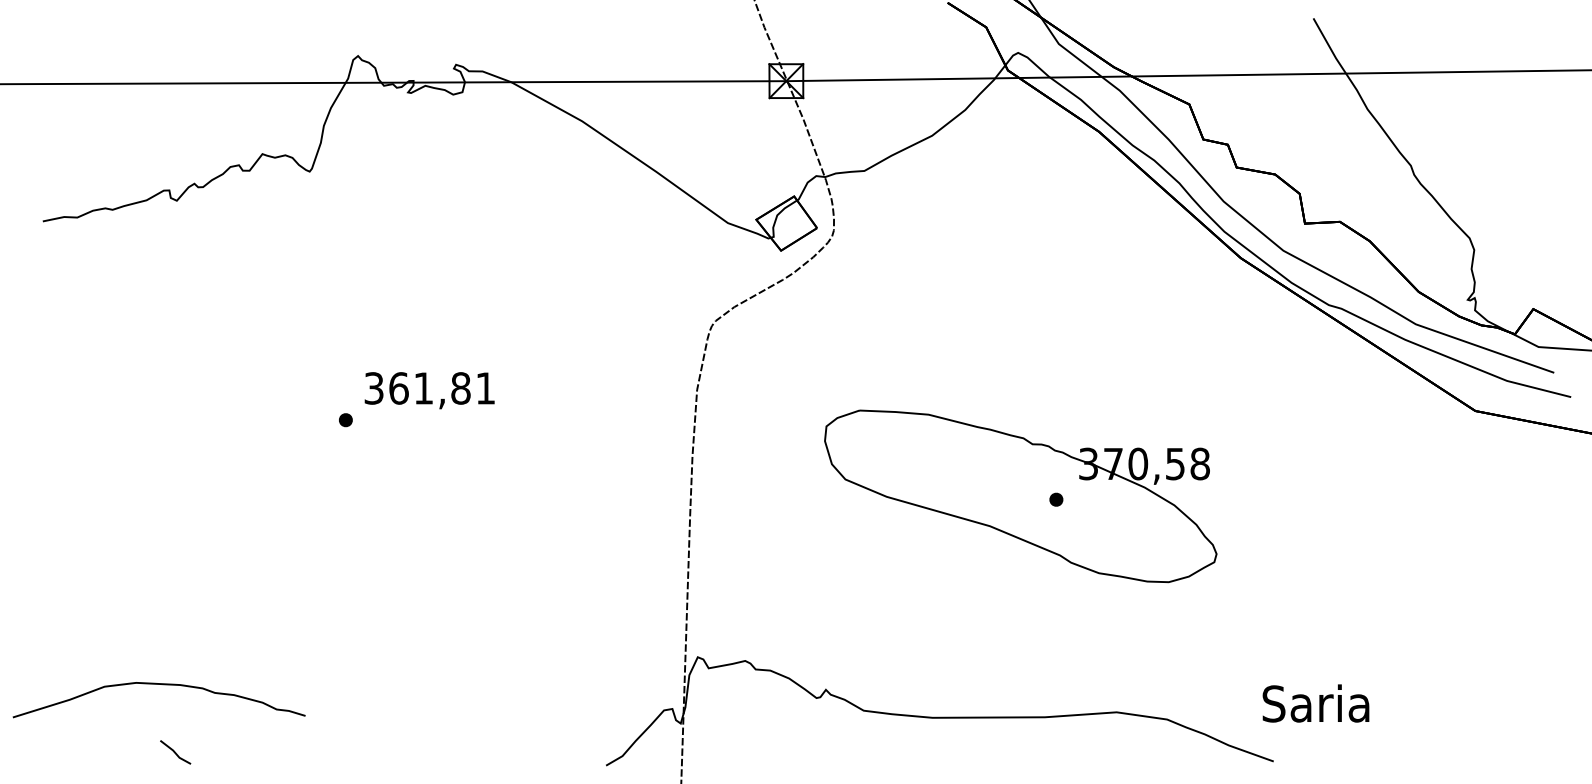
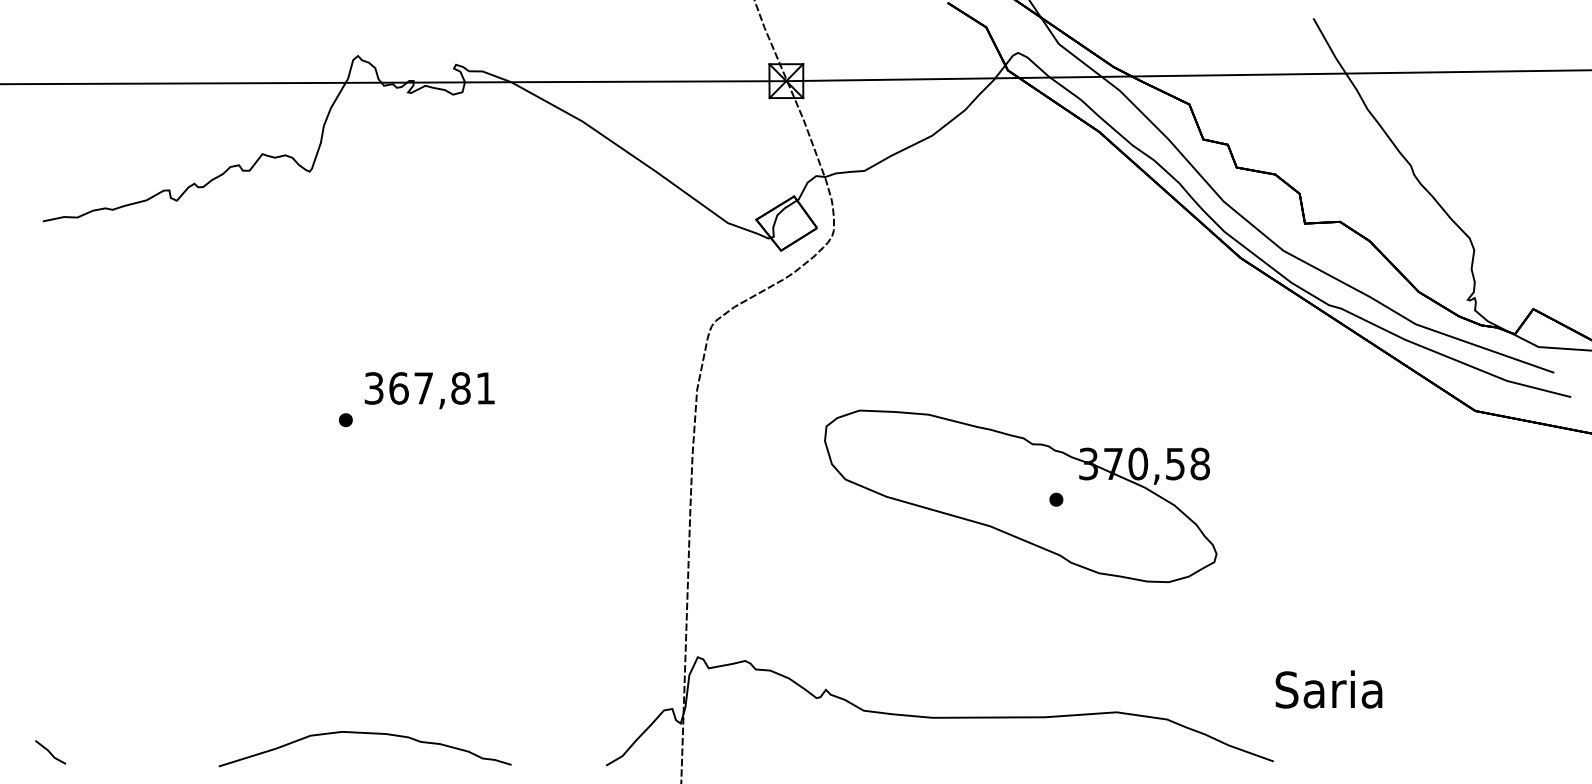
text at (423, 388): 361,81 -> 367,81
curve at (162, 685) position: (162, 685) -> (368, 734)
text at (1315, 703) position: (1315, 703) -> (1328, 689)
line at (175, 752) position: (175, 752) -> (50, 752)
